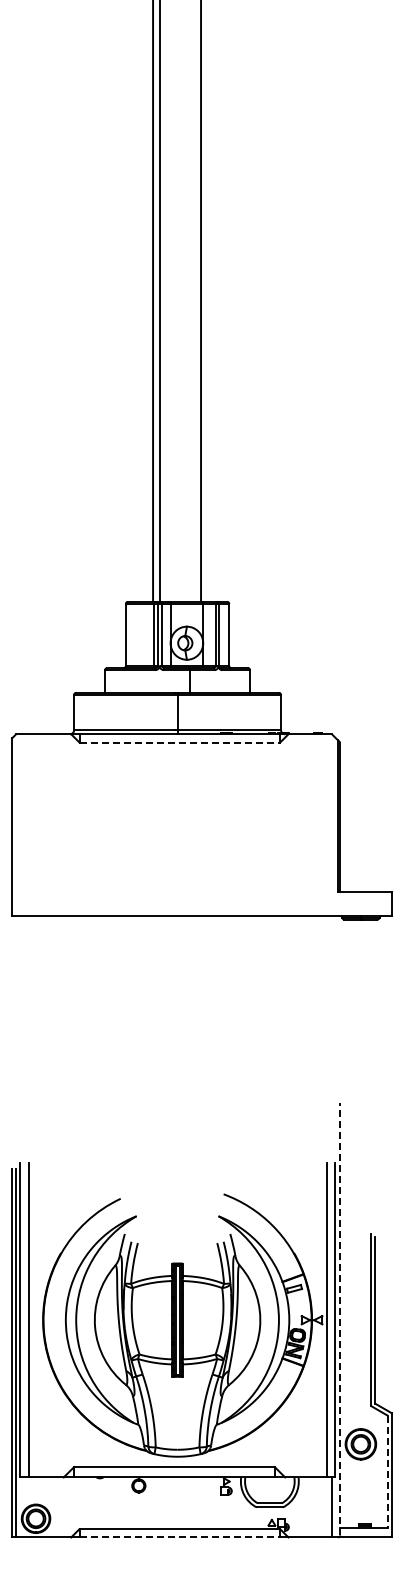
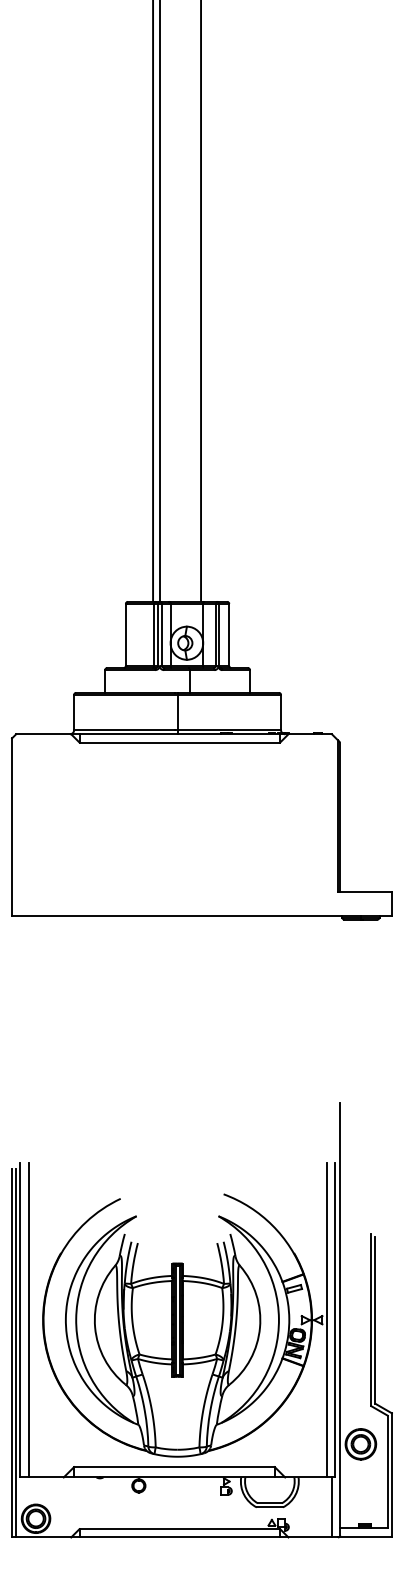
line at (180, 742): dashed -> solid
line at (340, 1318): dashed -> solid
line at (387, 1472): dashed -> solid
line at (180, 1537): dashed -> solid
